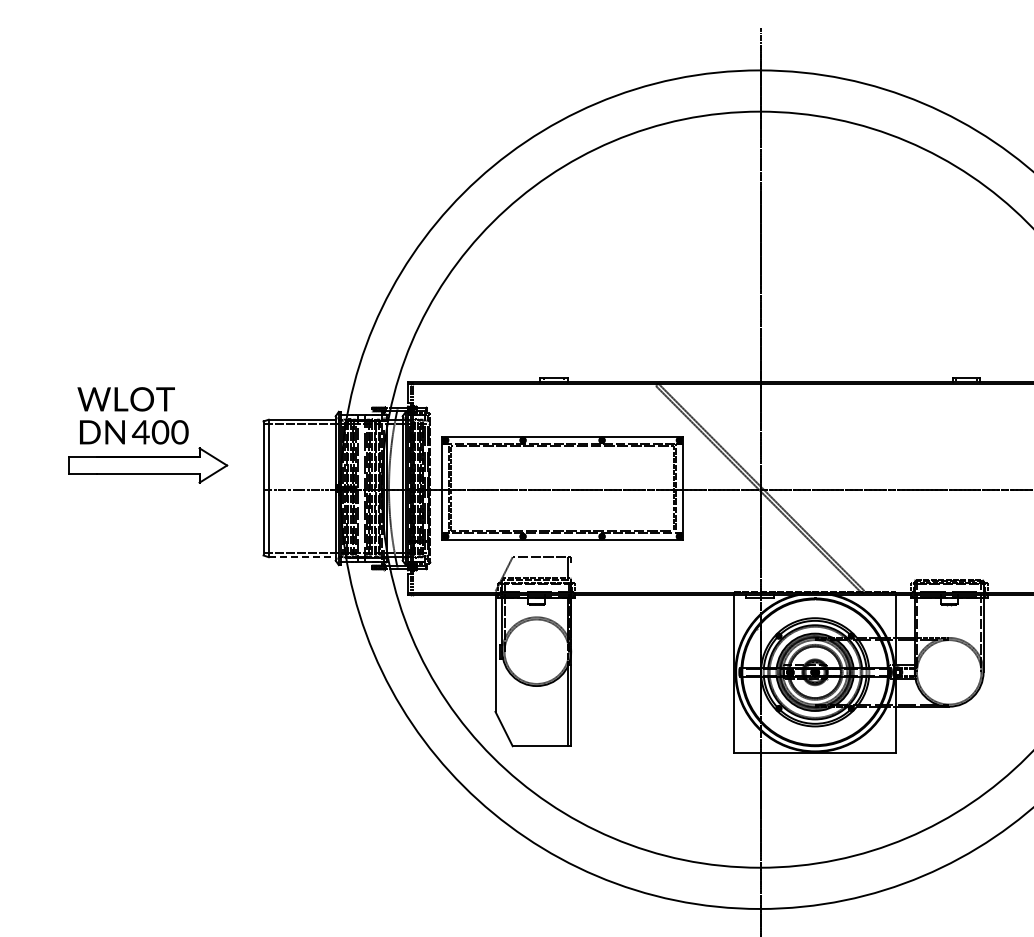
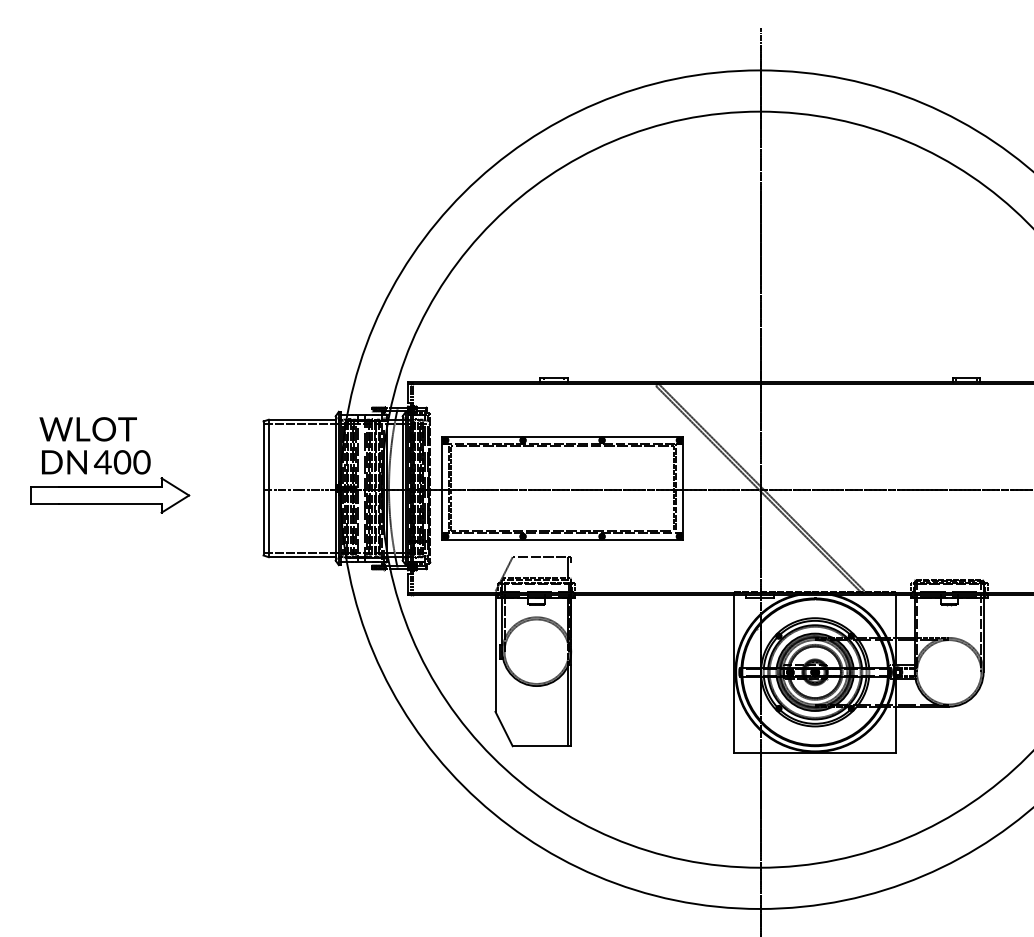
part at (148, 435) position: (148, 435) -> (110, 465)
line at (302, 557): dashed -> solid
